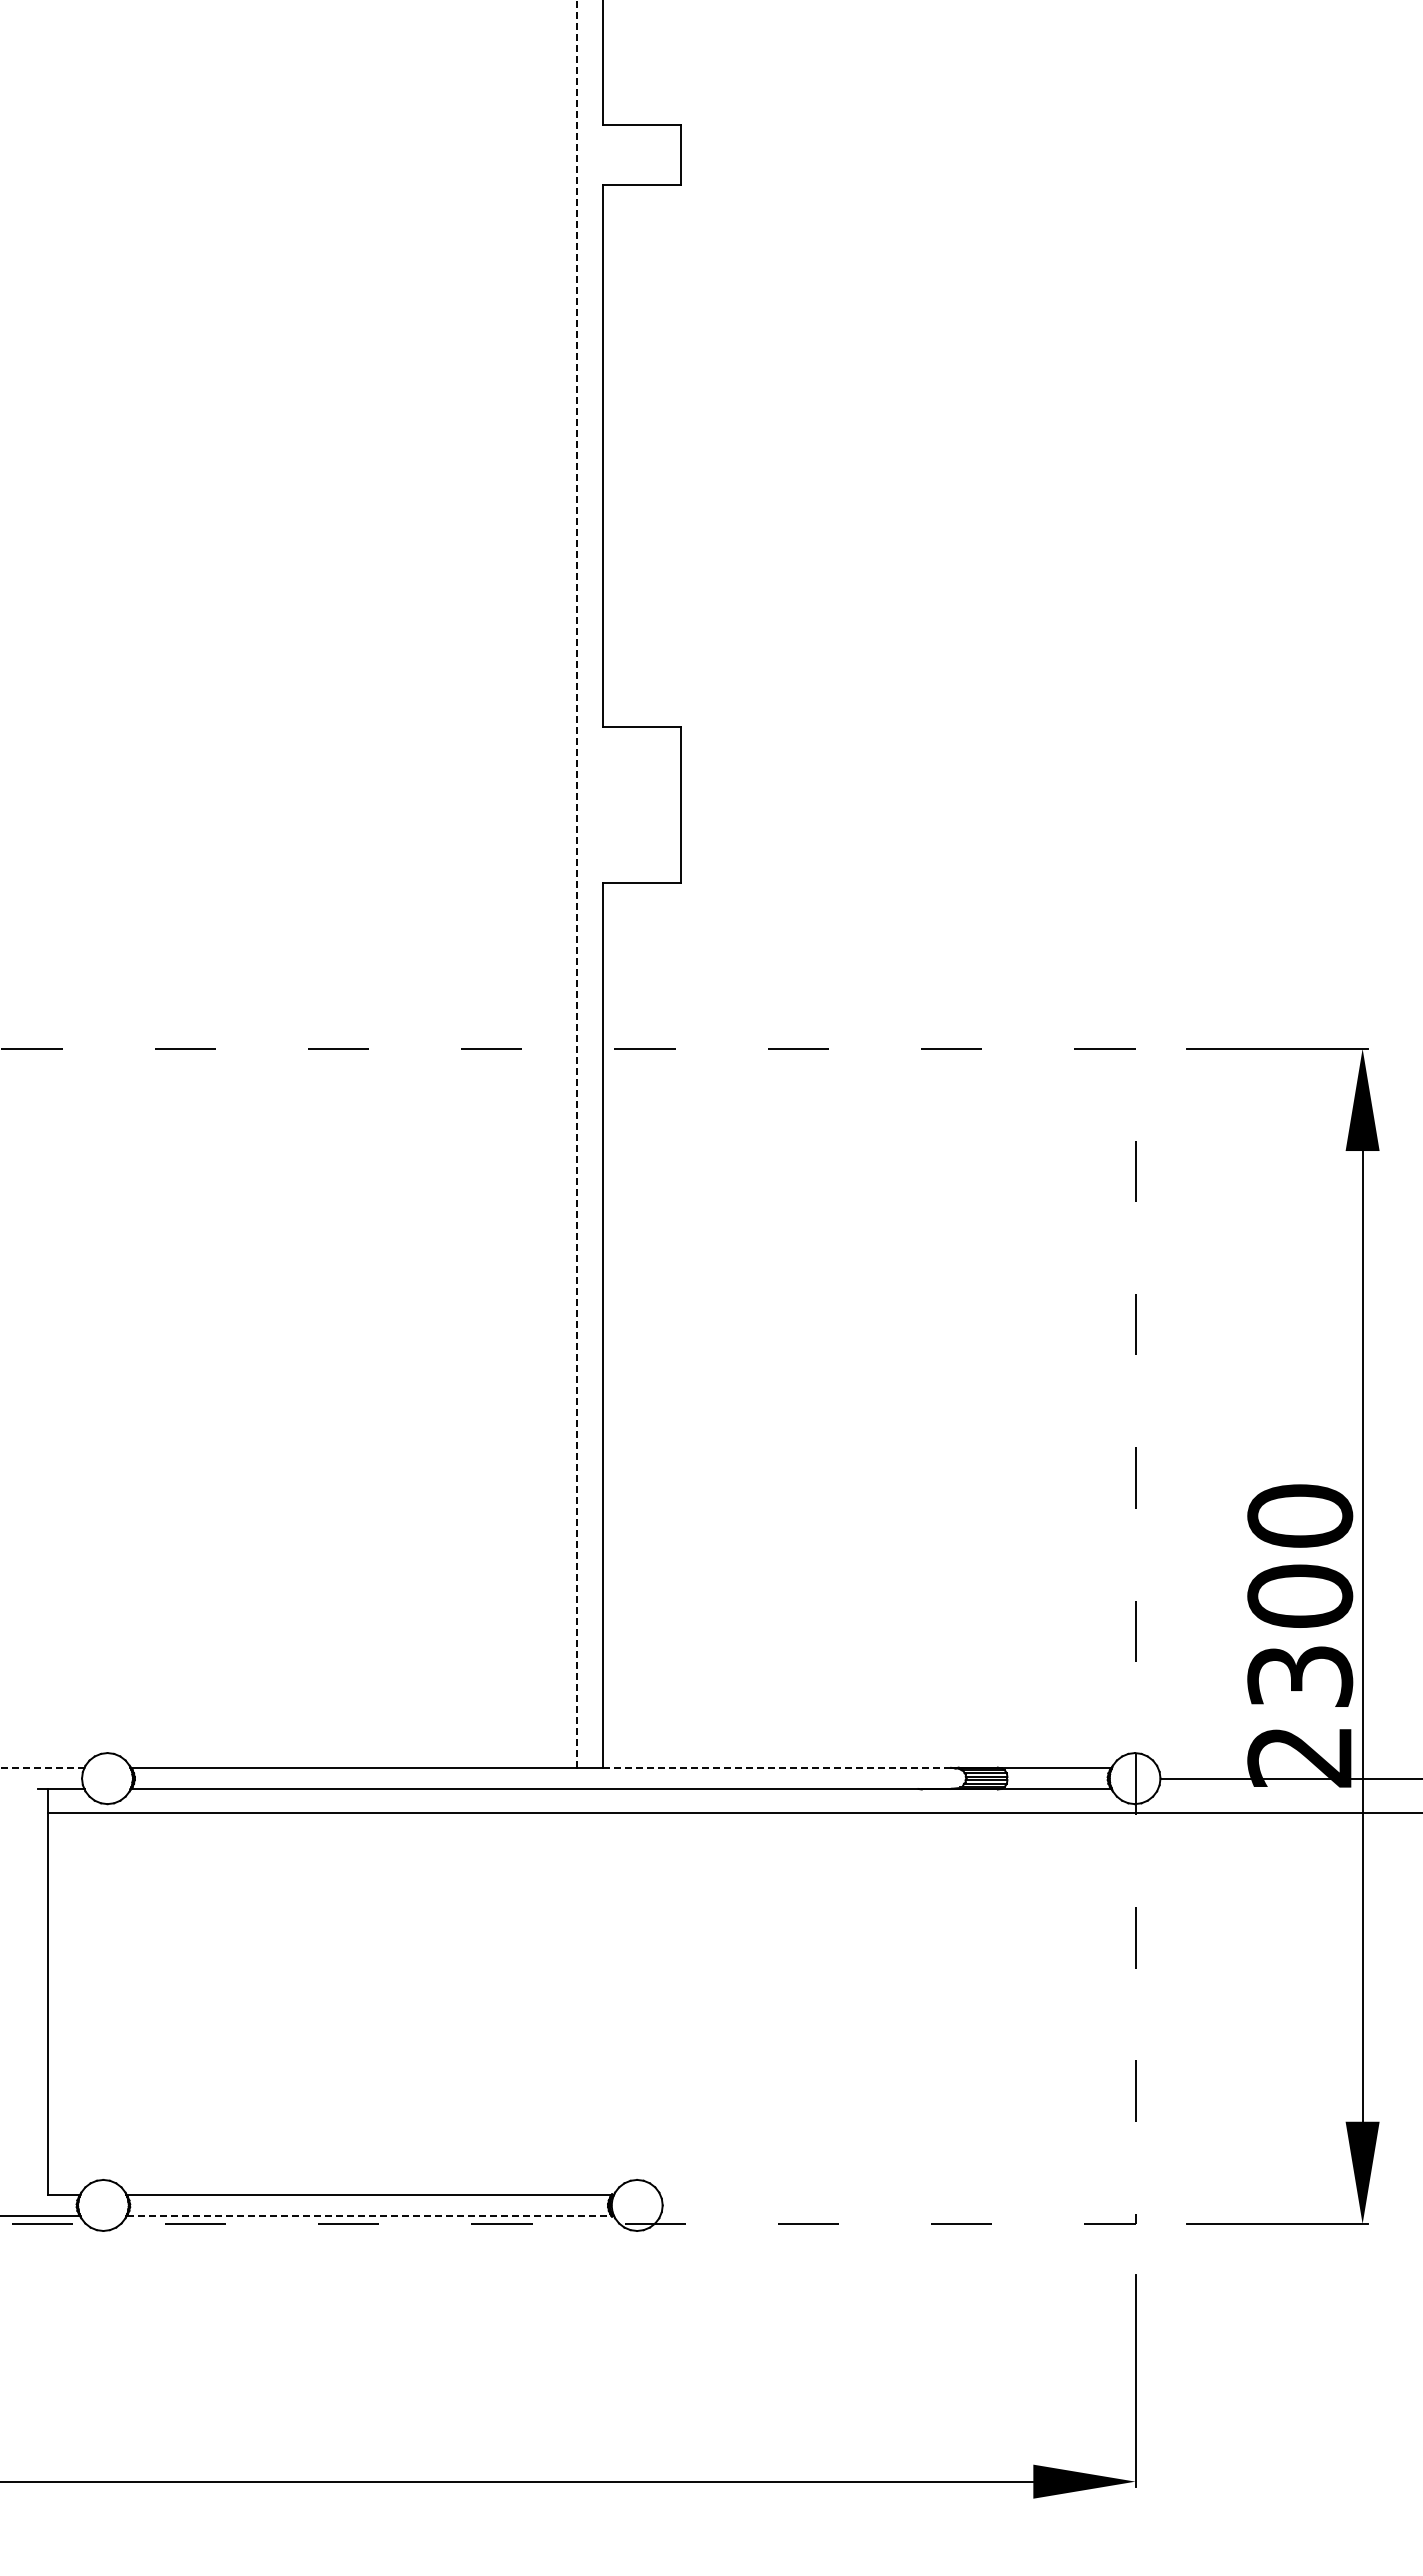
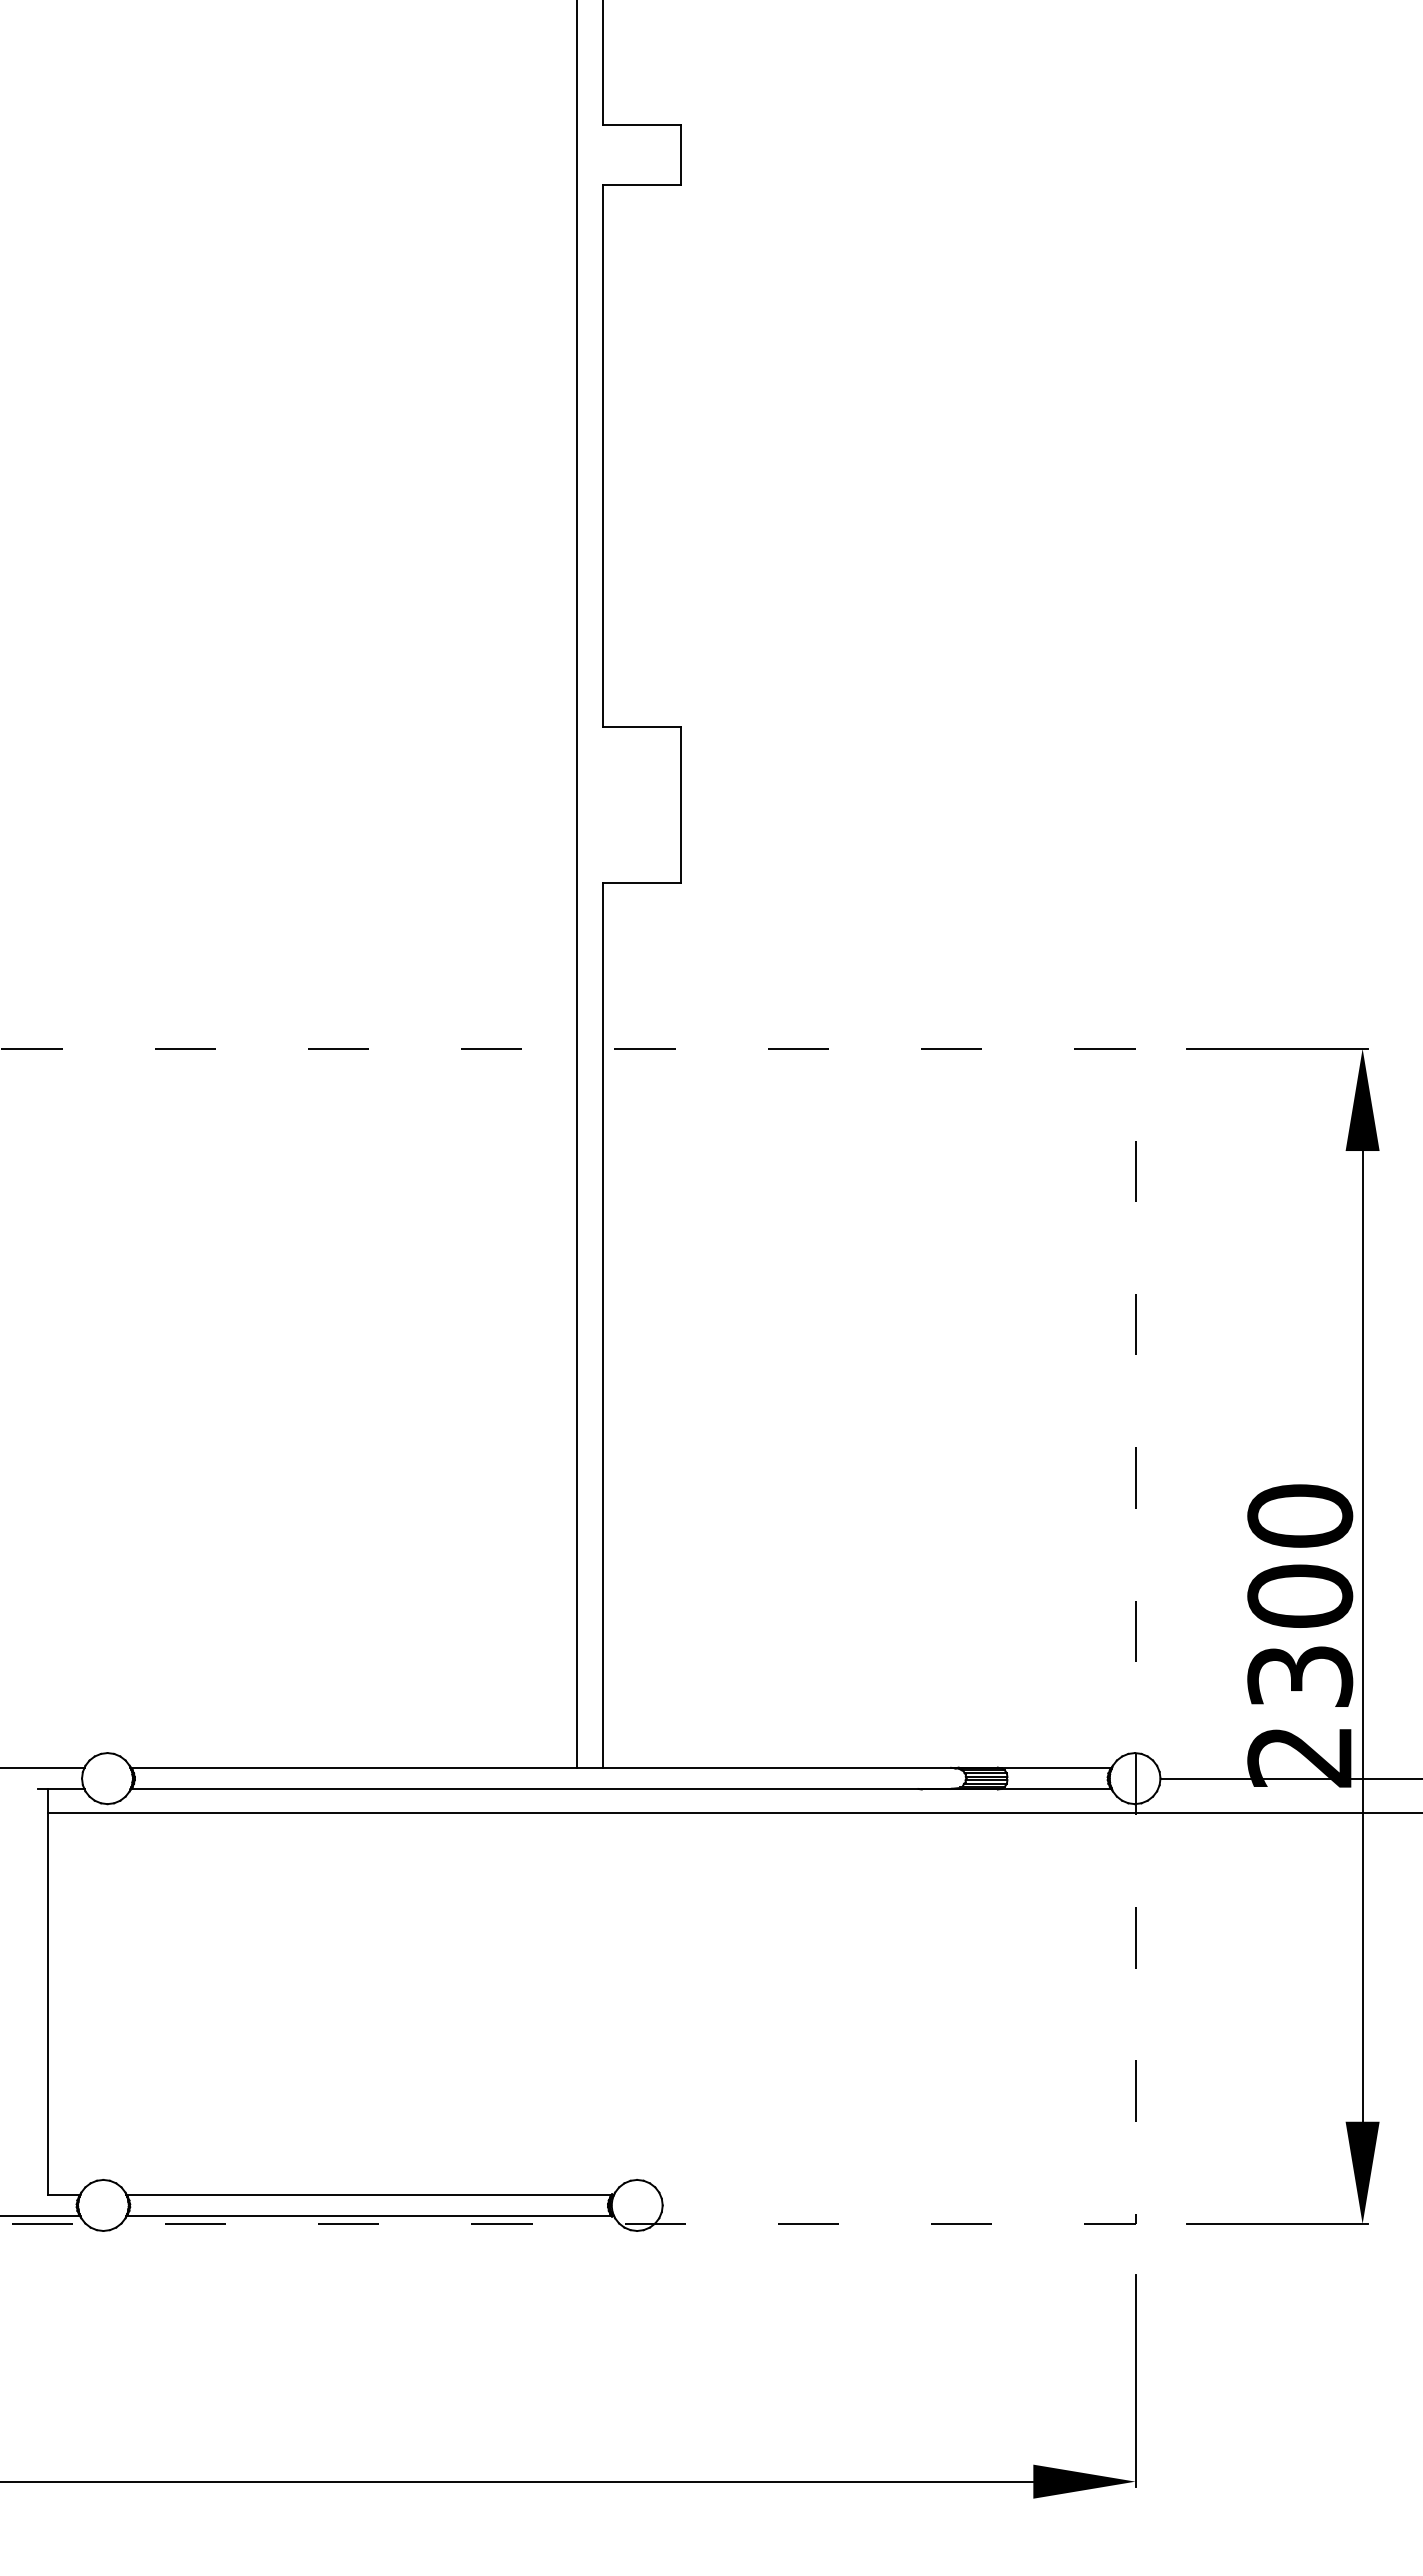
line at (576, 884): dashed -> solid
line at (42, 1767): dashed -> solid
line at (777, 1767): dashed -> solid
line at (369, 2216): dashed -> solid
